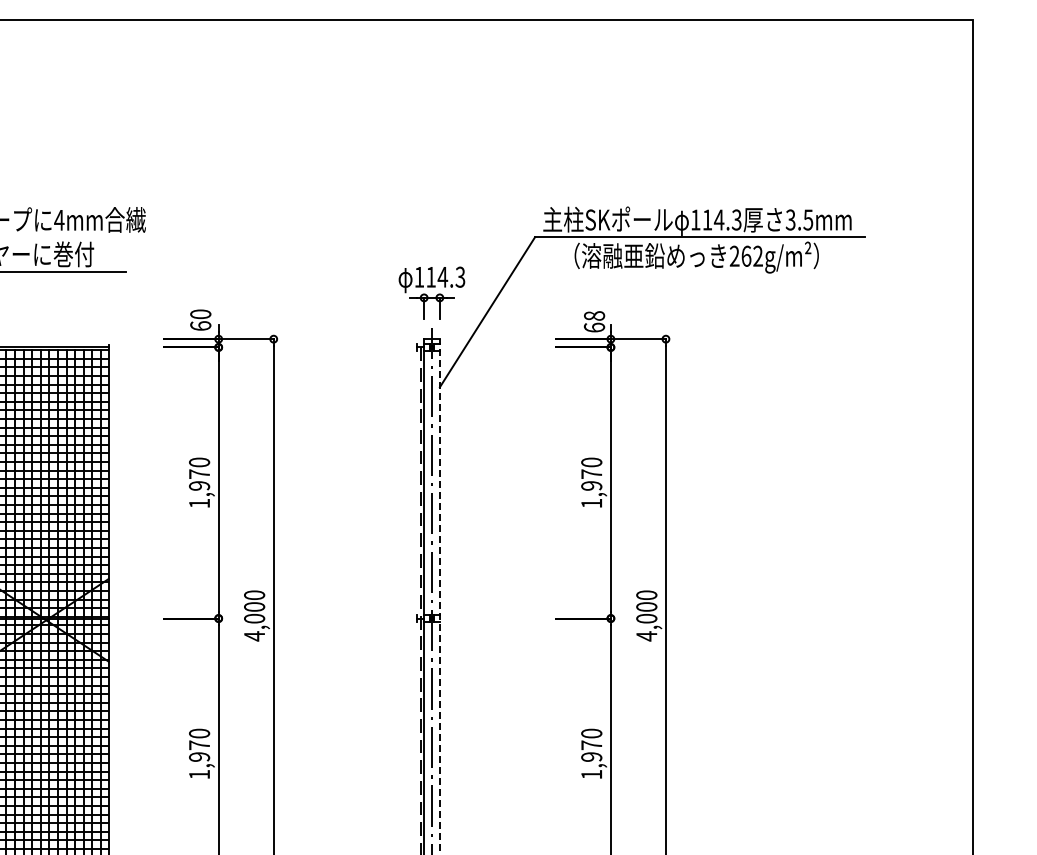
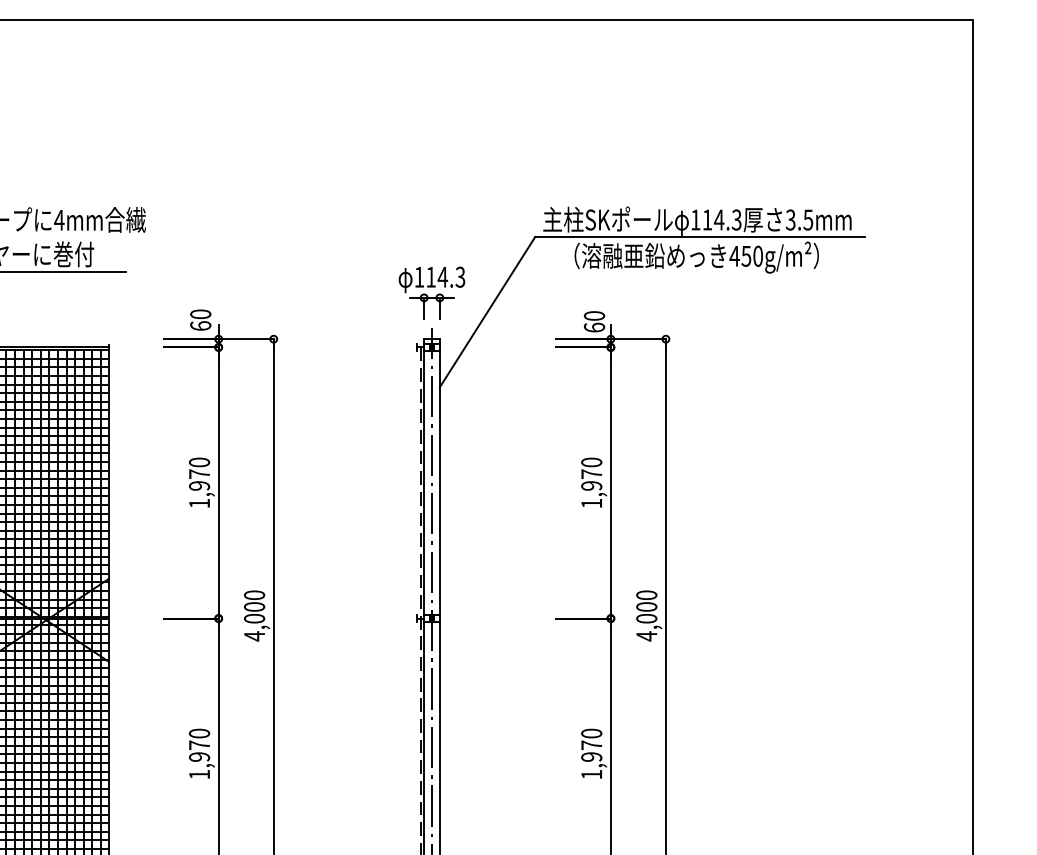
text at (745, 255): 262g/m² -> 450g/m²
text at (594, 315): 68 -> 60
line at (439, 596): dashed -> solid
